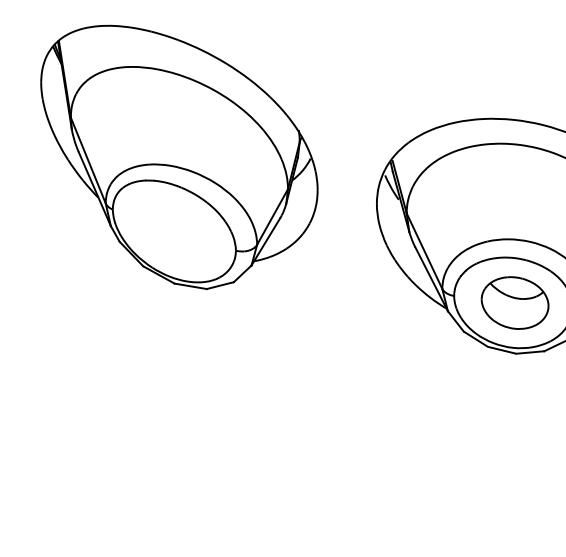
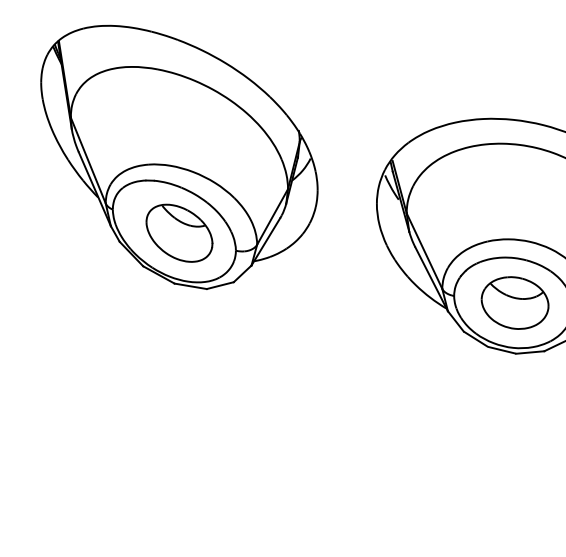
part at (179, 232): none -> present
